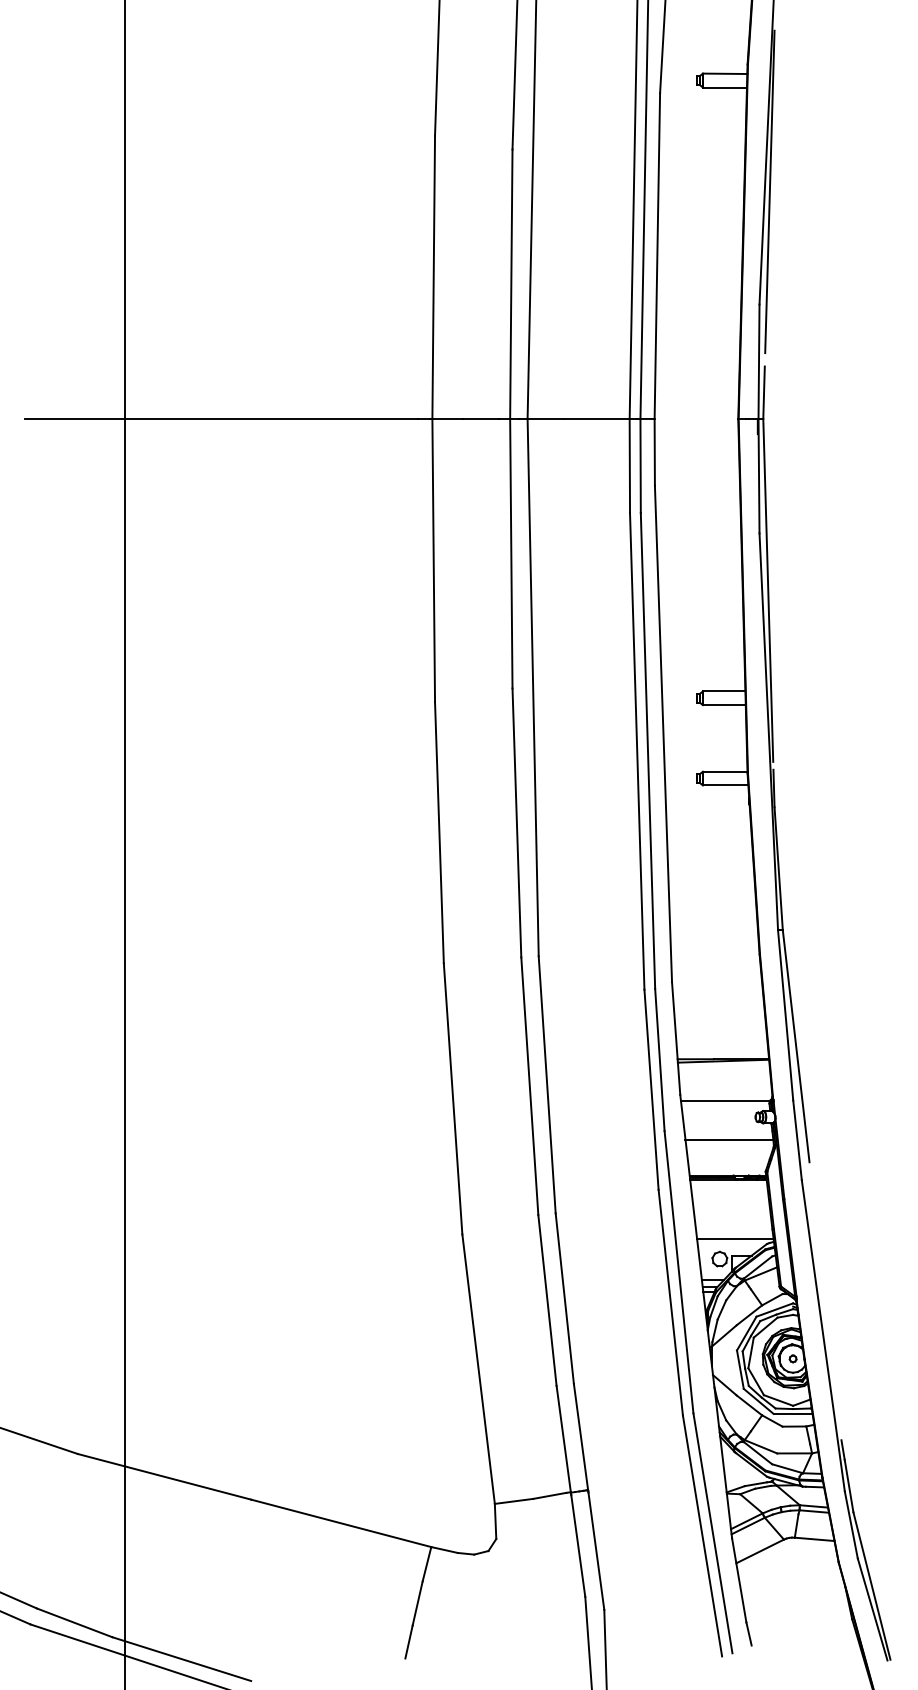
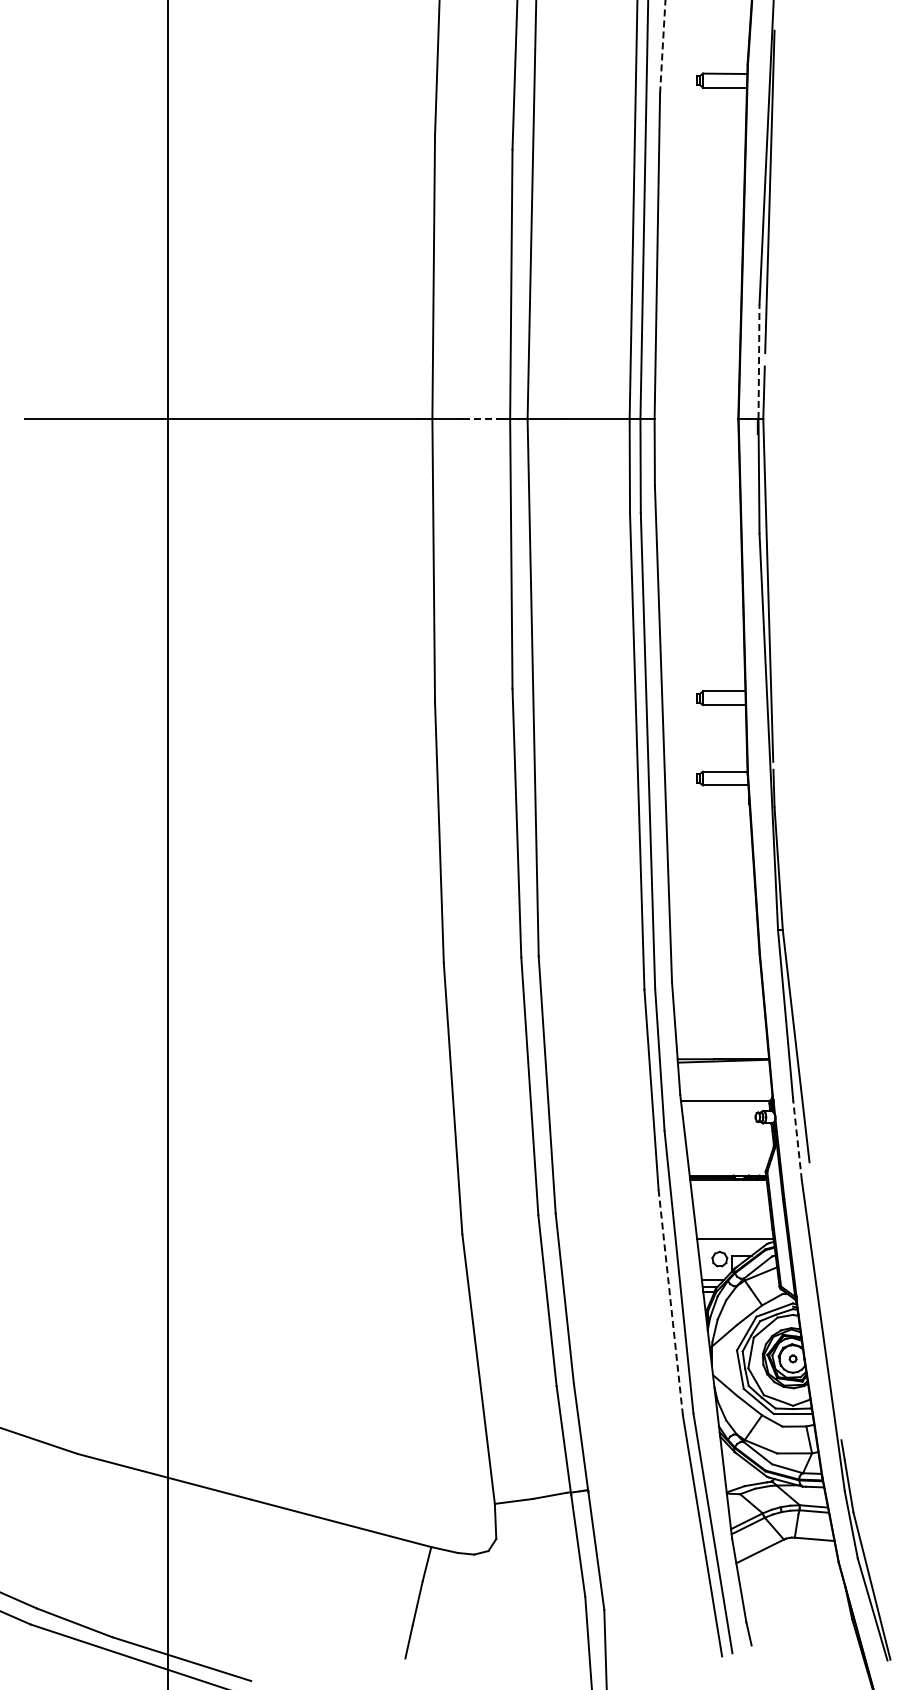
line at (662, 46): solid -> dashed
line at (759, 361): solid -> dashed
line at (480, 418): solid -> dashed
line at (124, 844) position: (124, 844) -> (167, 844)
line at (729, 1139): present -> none
line at (797, 1139): solid -> dashed
line at (670, 1302): solid -> dashed
